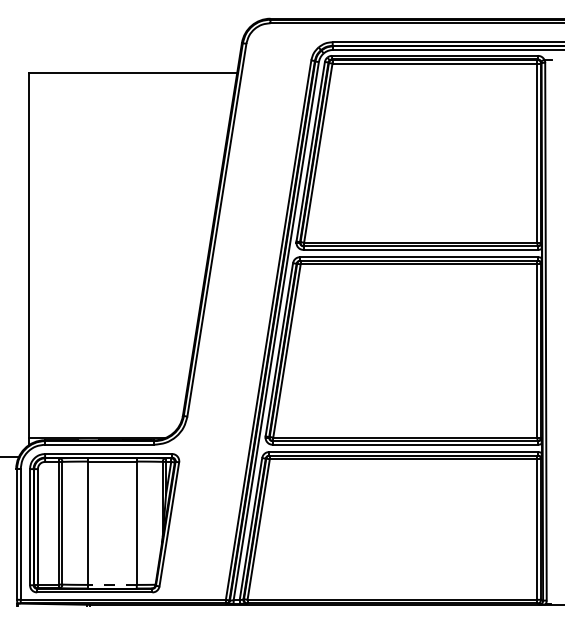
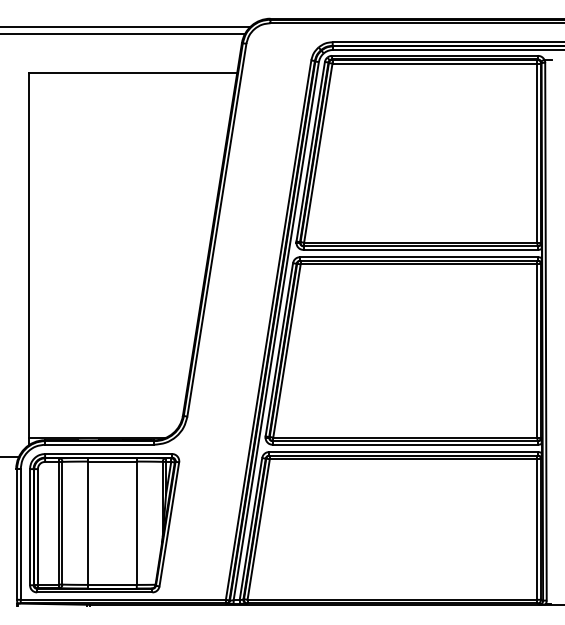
line at (125, 27): none -> present
line at (123, 33): none -> present
line at (112, 584): dashed -> solid
